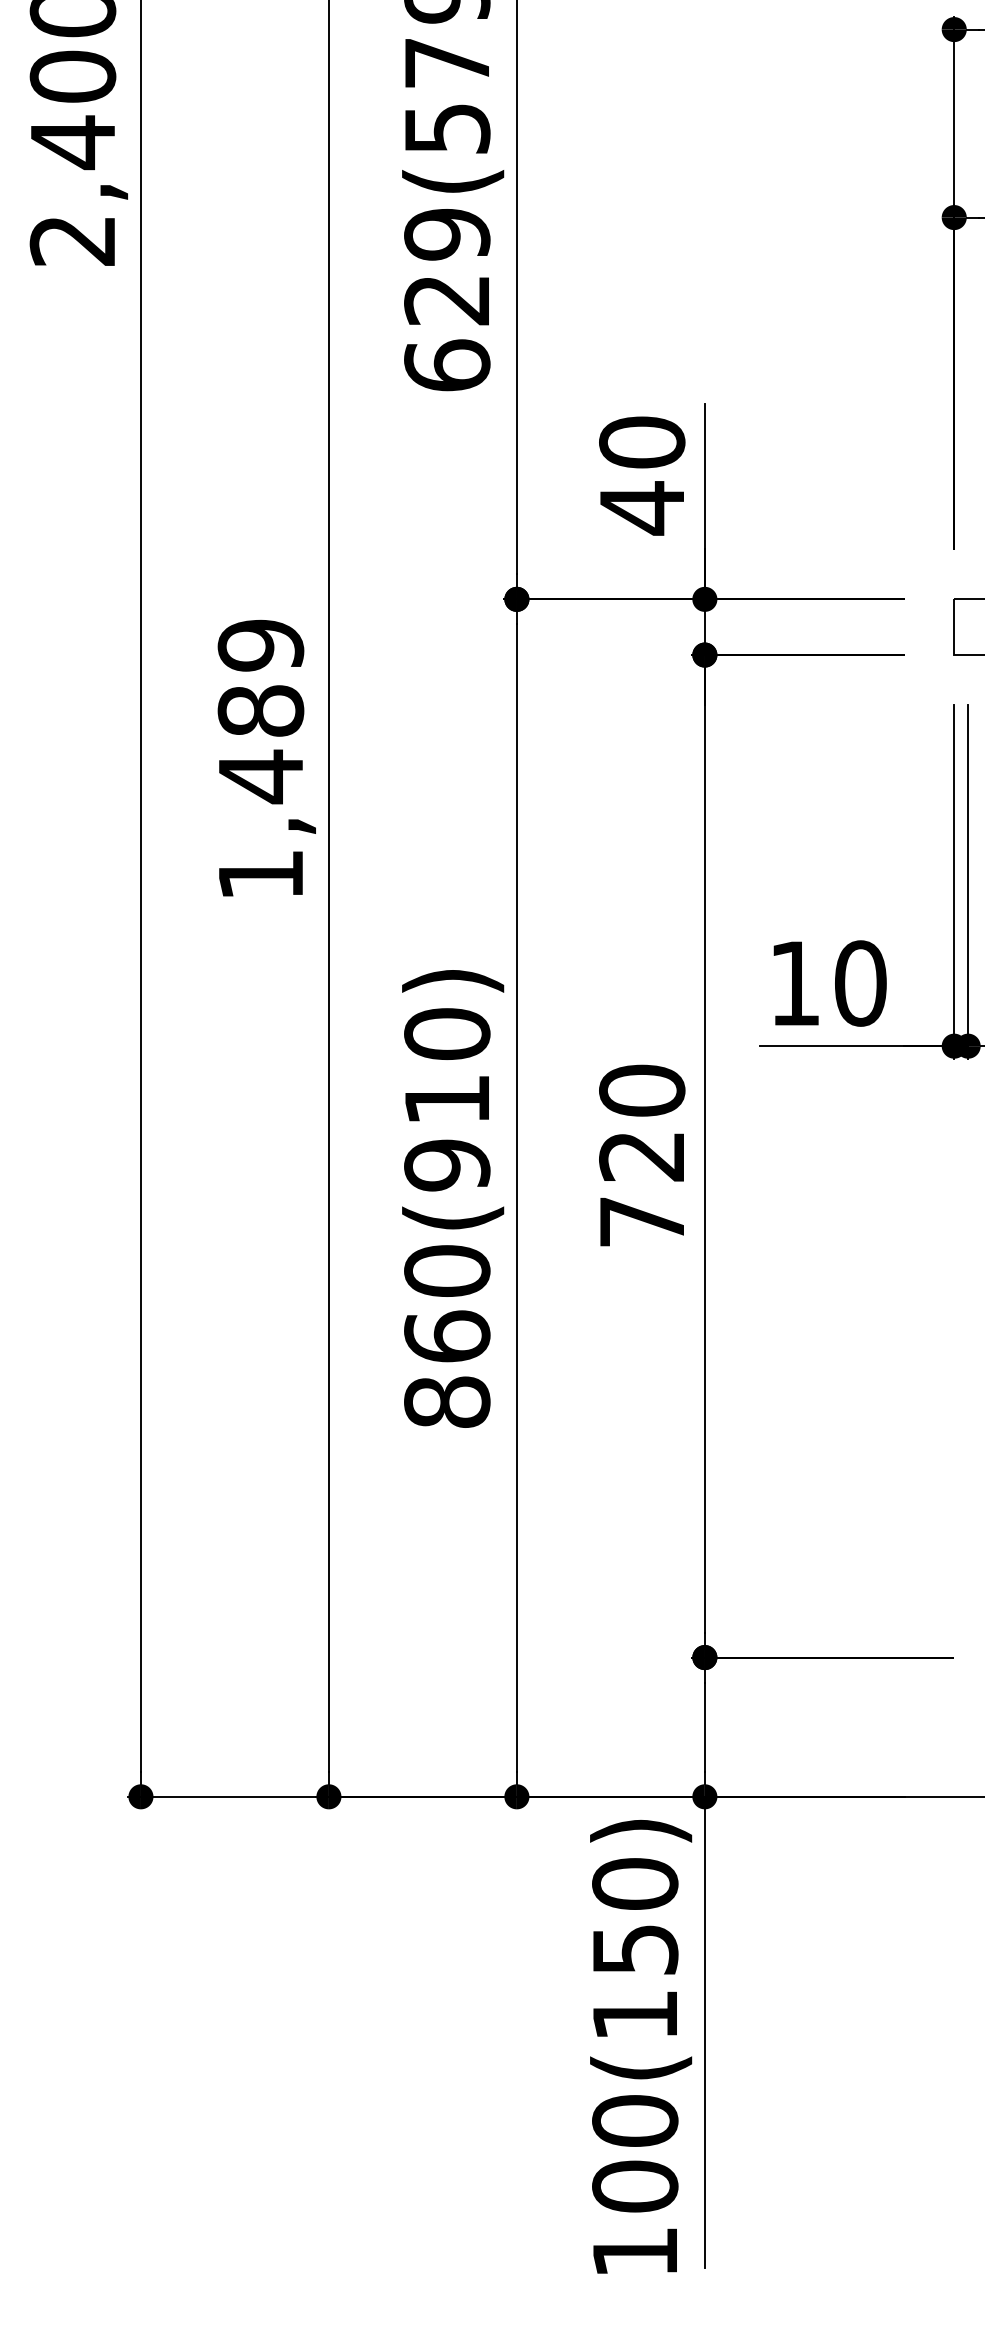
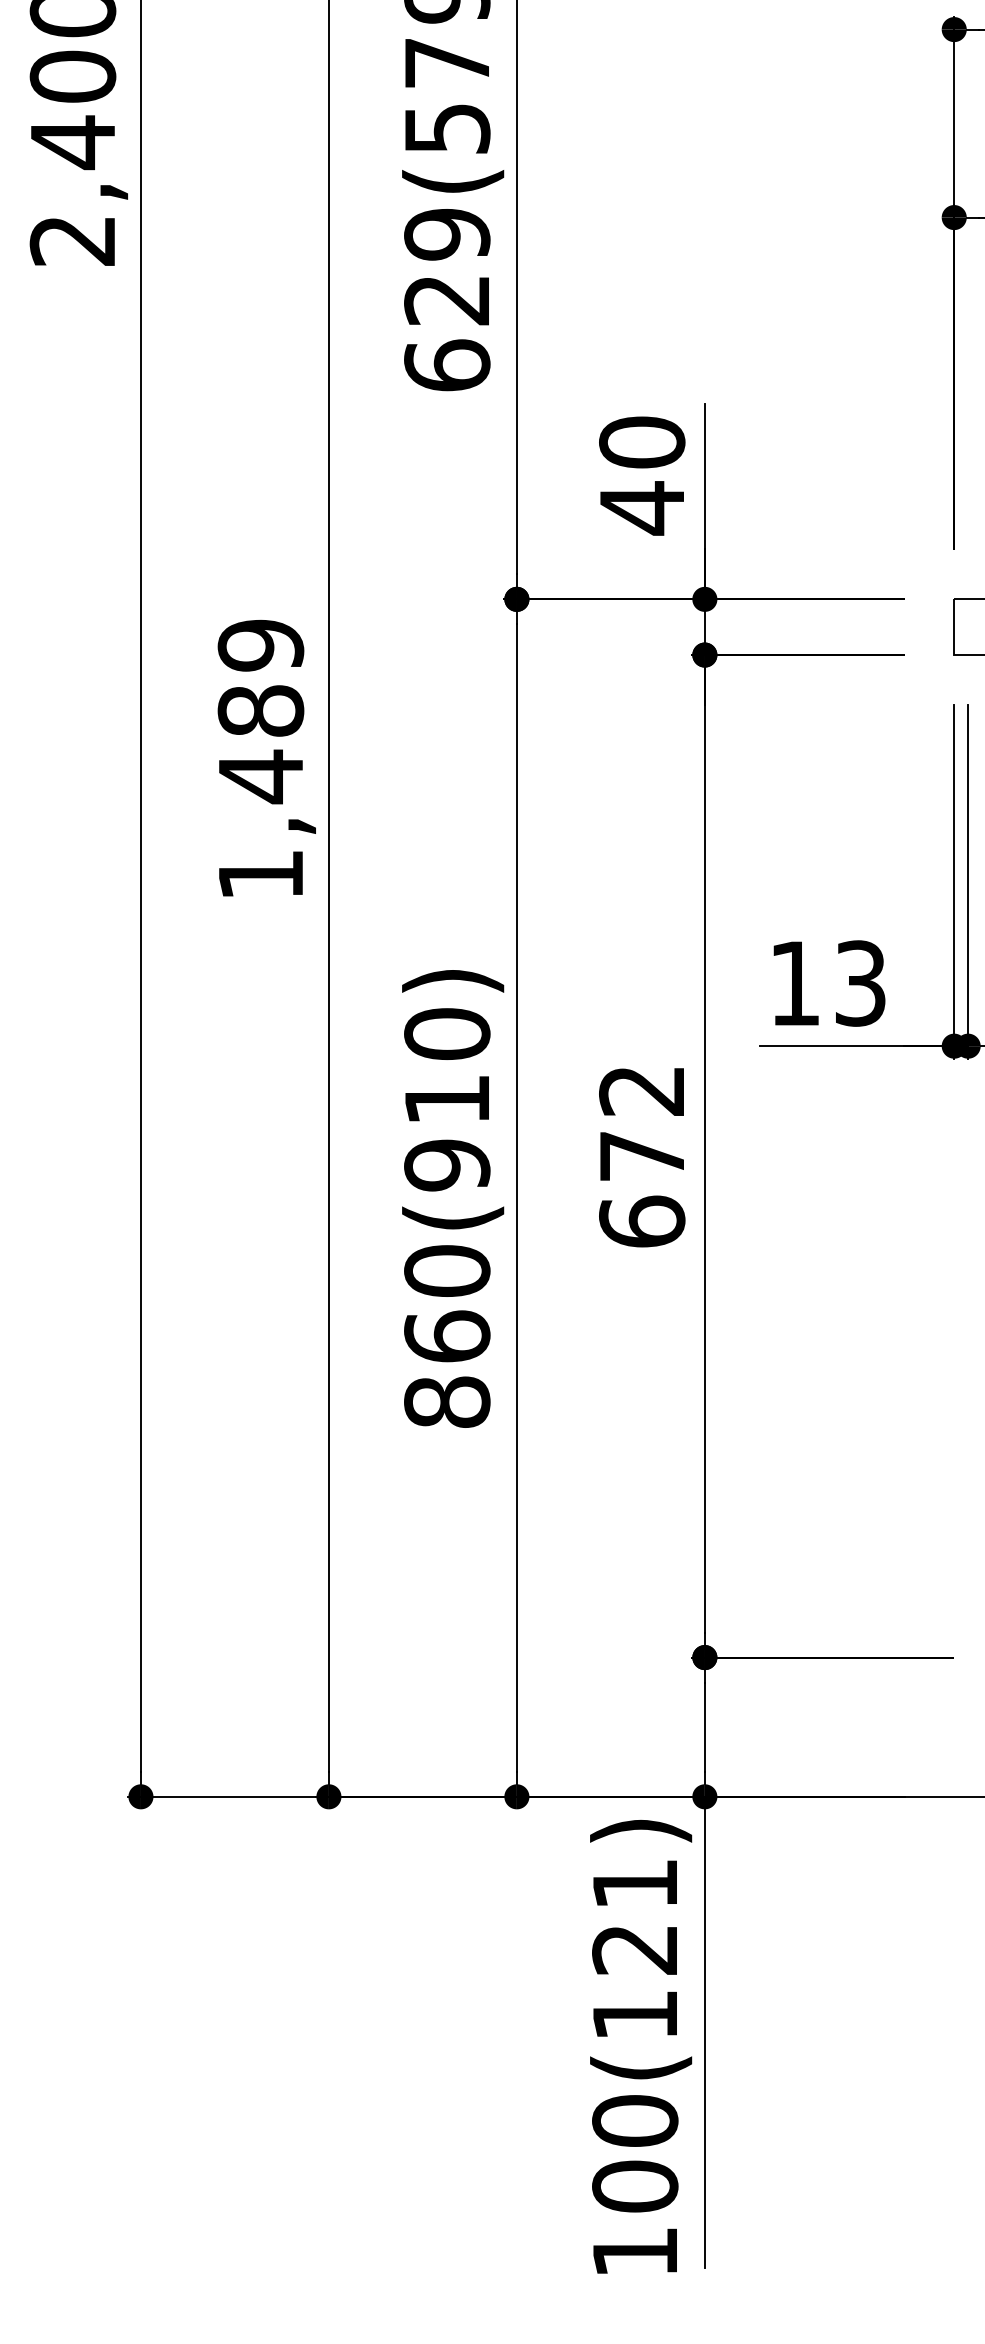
text at (860, 983): 10 -> 13
text at (642, 1155): 720 -> 672
text at (635, 1916): 100(150) -> 100(121)
